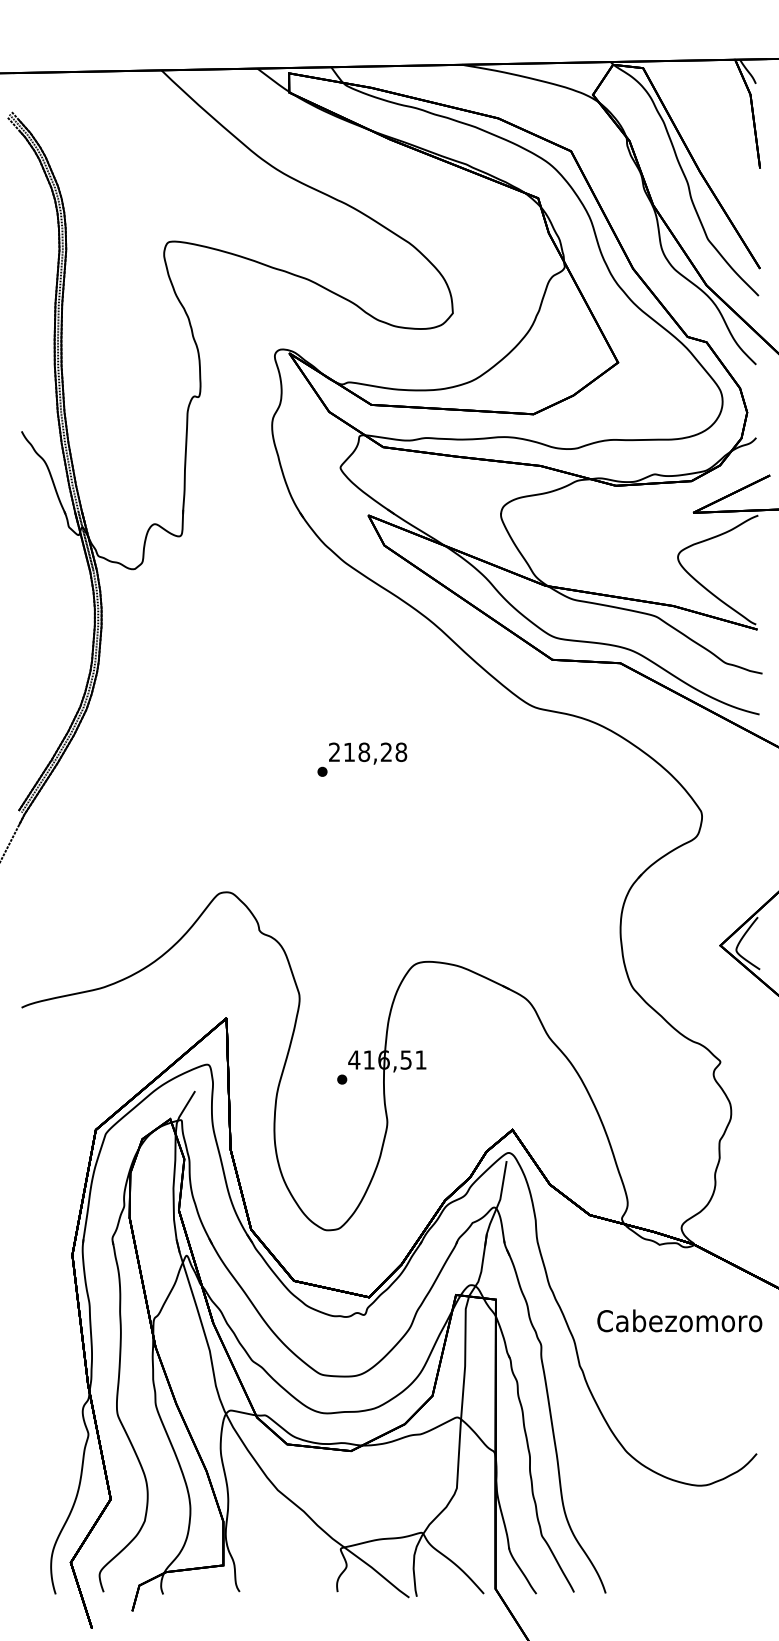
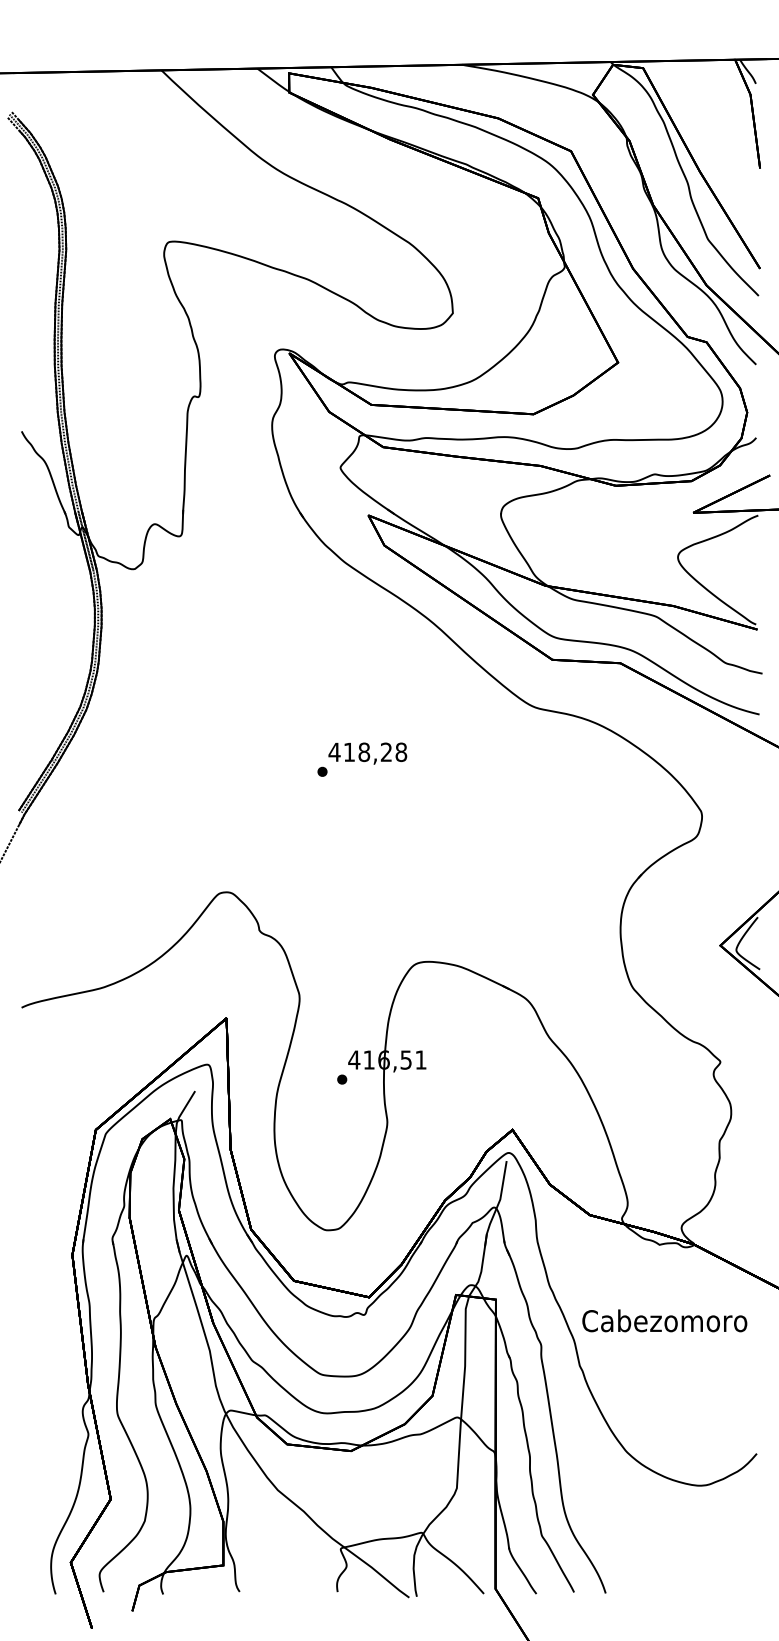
text at (334, 751): 218,28 -> 418,28
text at (679, 1320) position: (679, 1320) -> (664, 1320)
